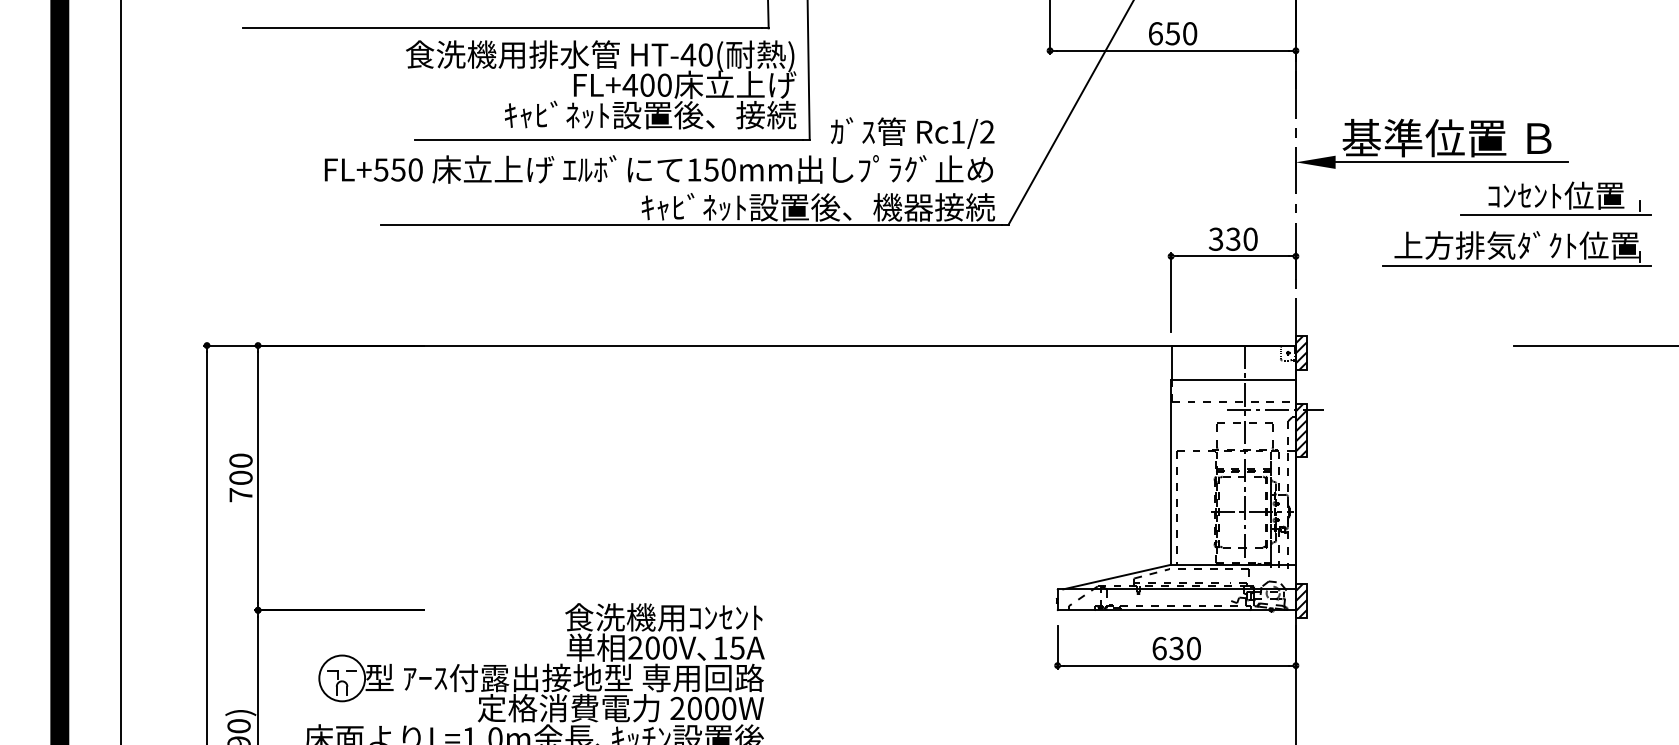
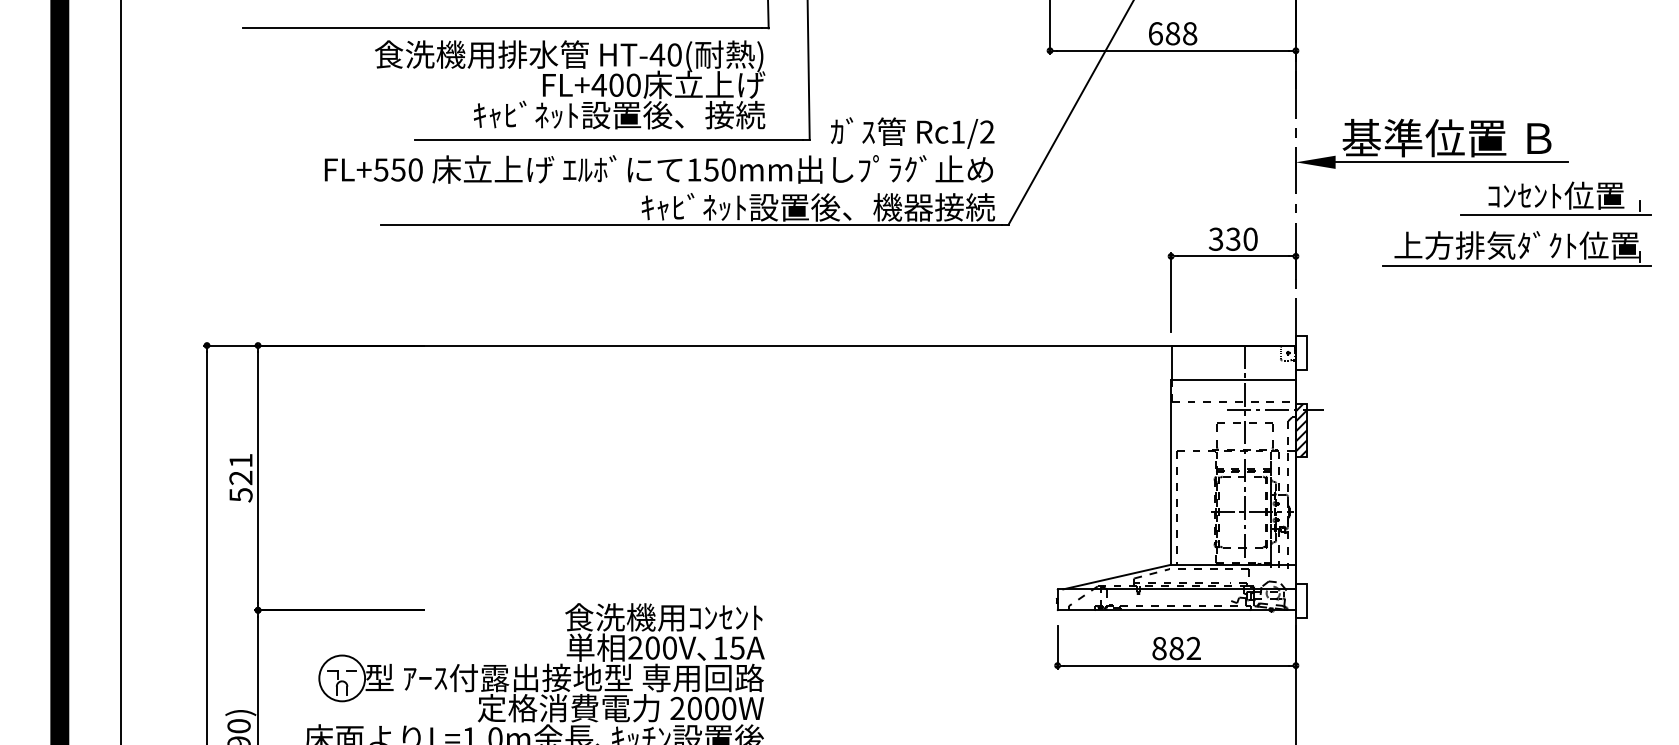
text at (1181, 33): 650 -> 688
text at (601, 84) position: (601, 84) -> (570, 84)
line at (1594, 345): present -> none
hatch at (1301, 353): present -> none
text at (240, 477): 700 -> 521
hatch at (1301, 600): present -> none
text at (1176, 648): 630 -> 882
